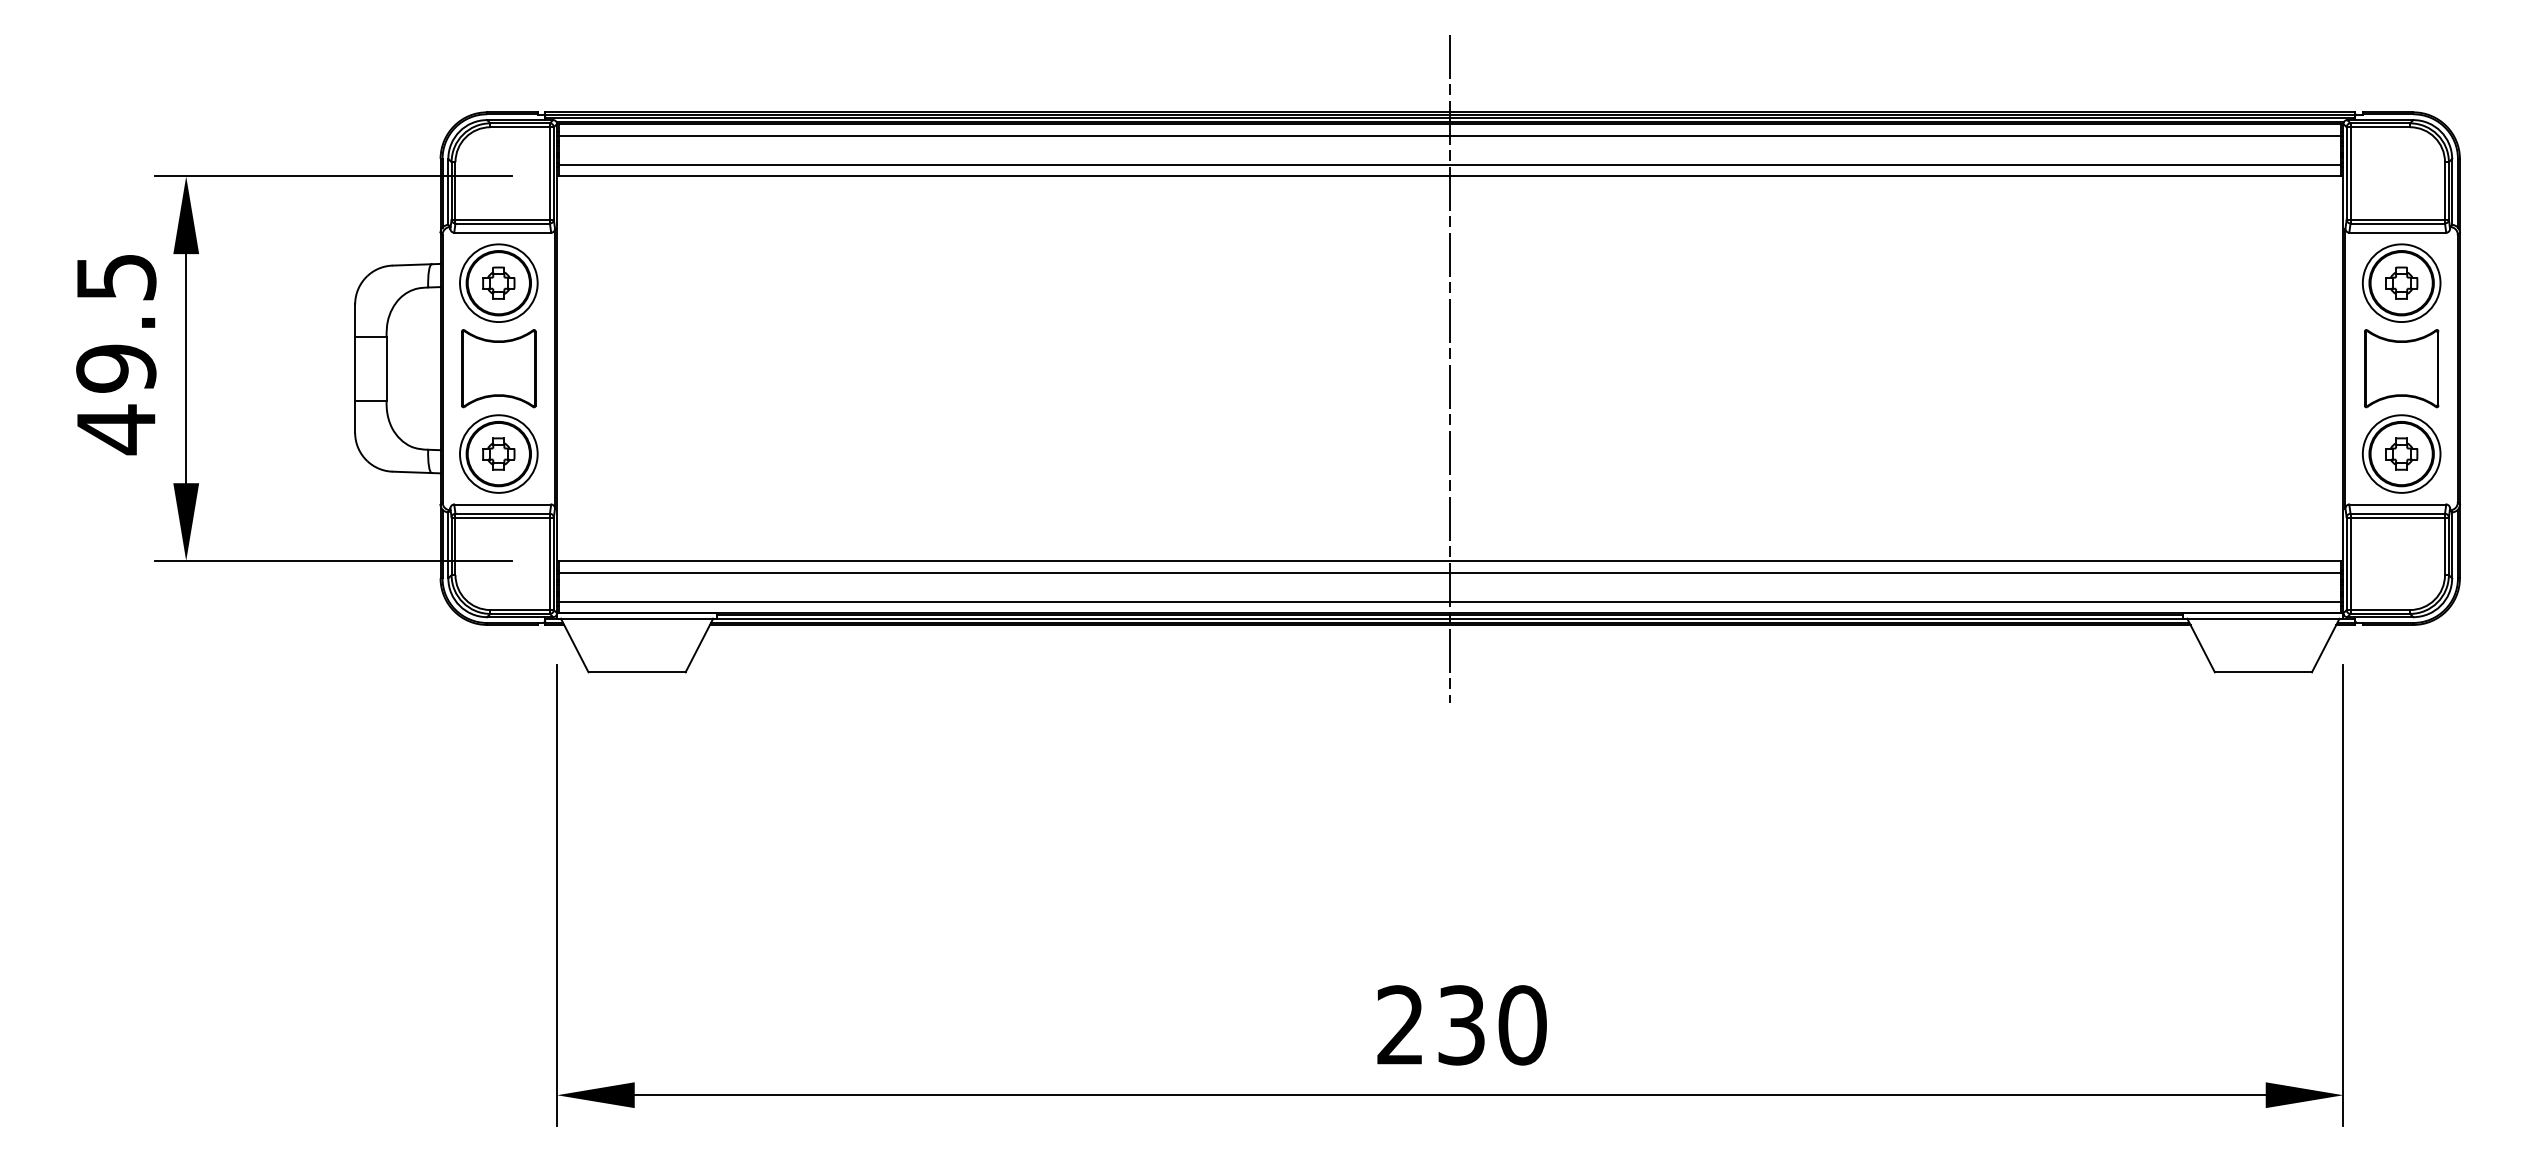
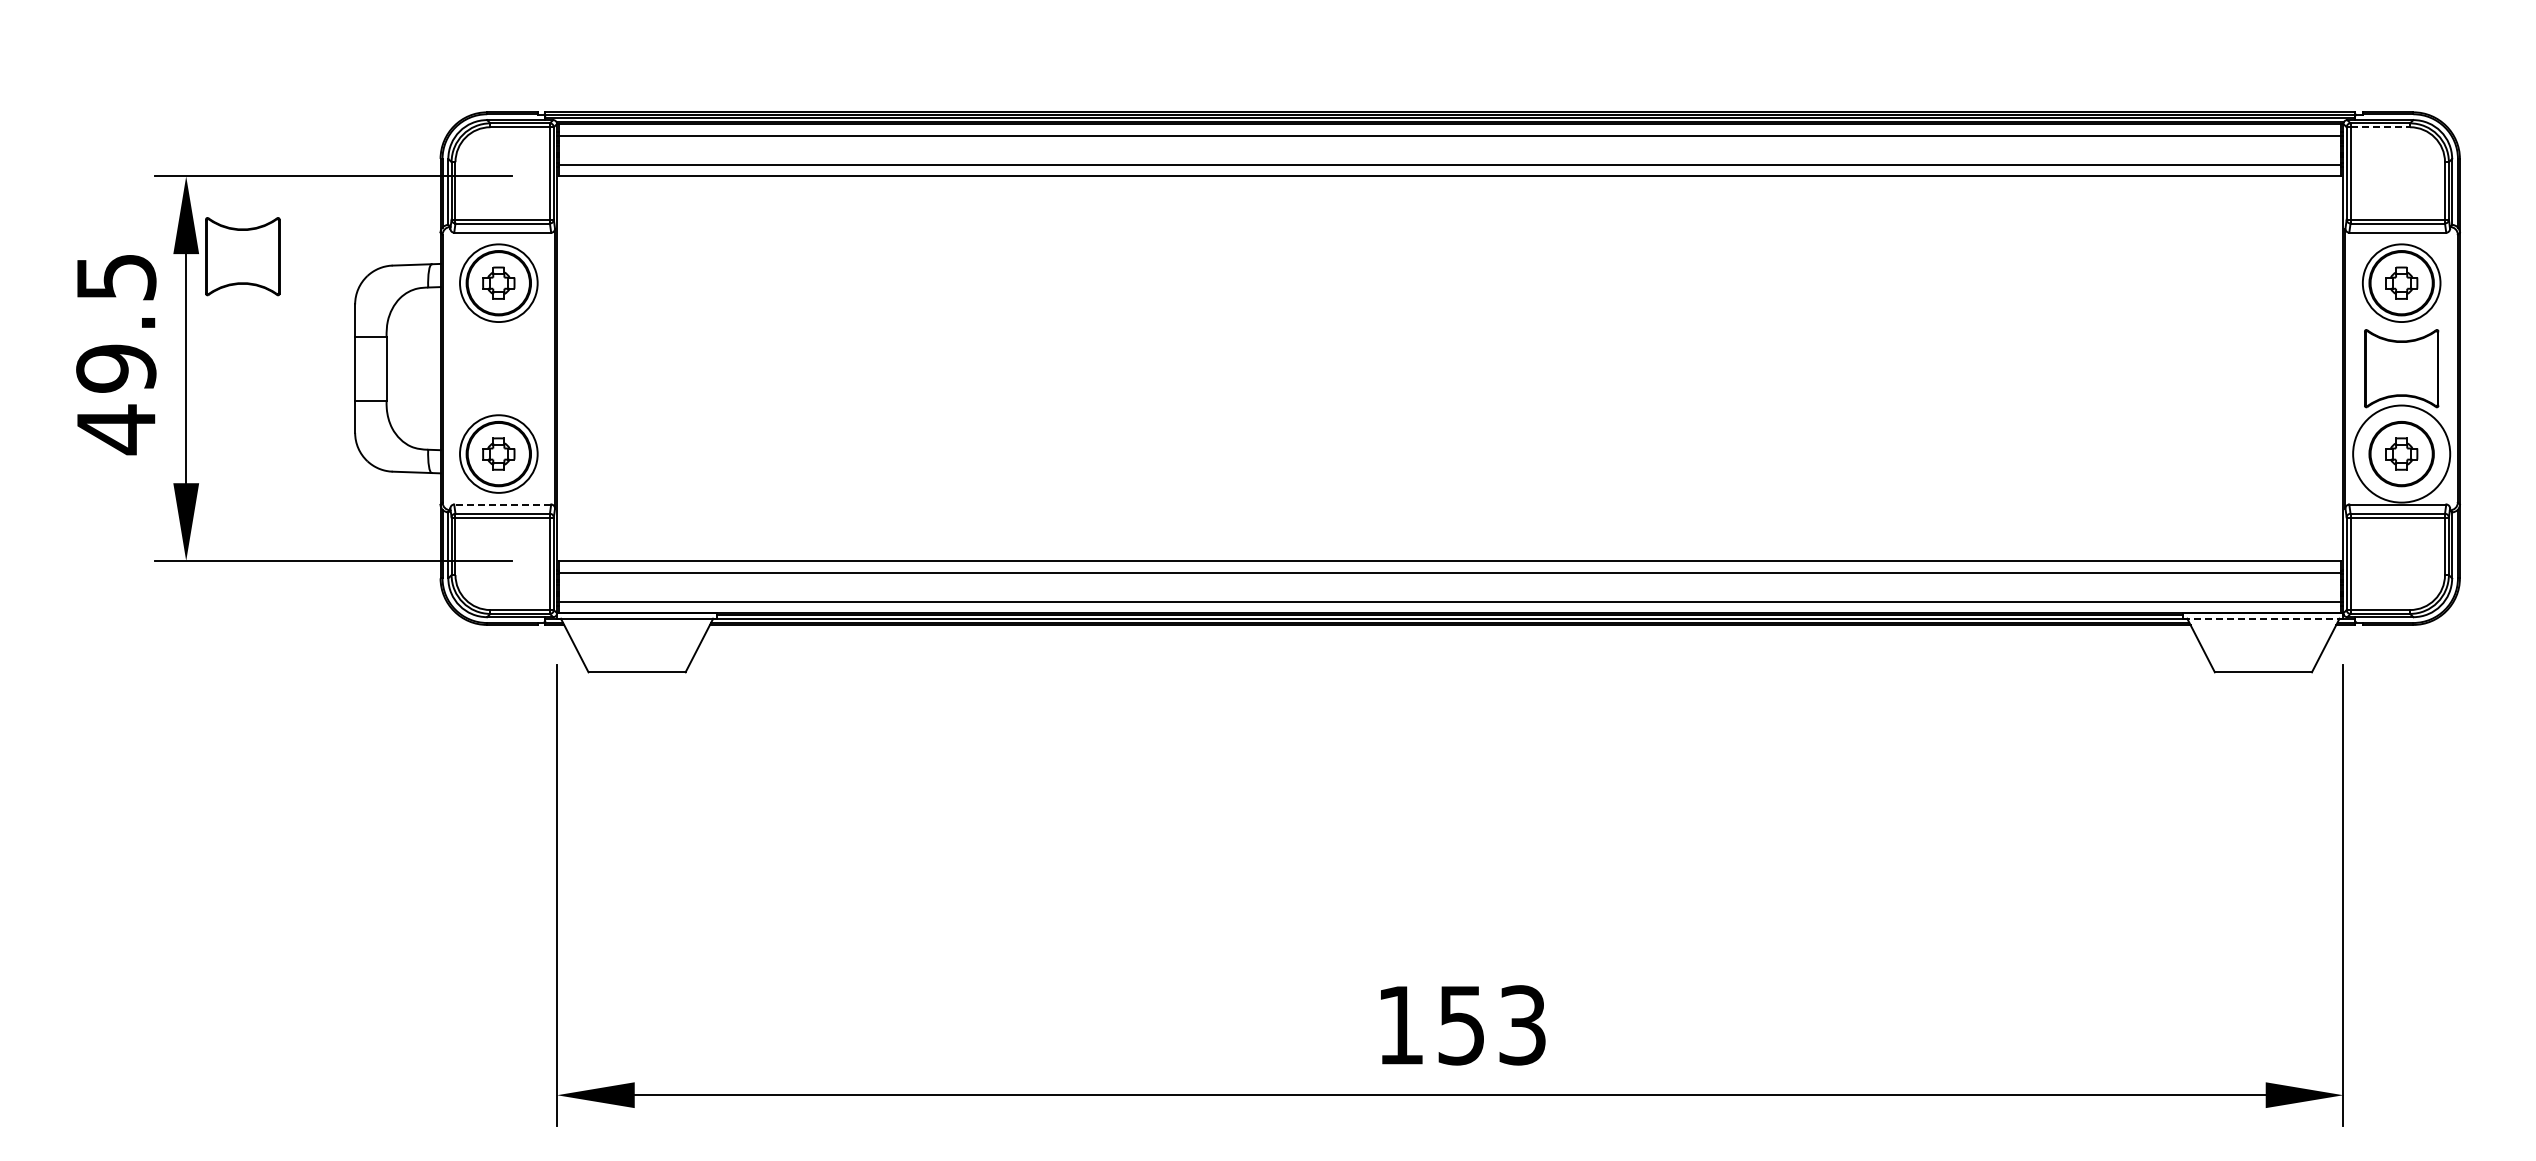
line at (2380, 127): solid -> dashed
part at (498, 368) position: (498, 368) -> (242, 256)
line at (1450, 368): present -> none
circle at (2401, 453) diameter: 78 px -> 97 px
line at (502, 504): solid -> dashed
line at (2263, 618): solid -> dashed
text at (1461, 1025): 230 -> 153
